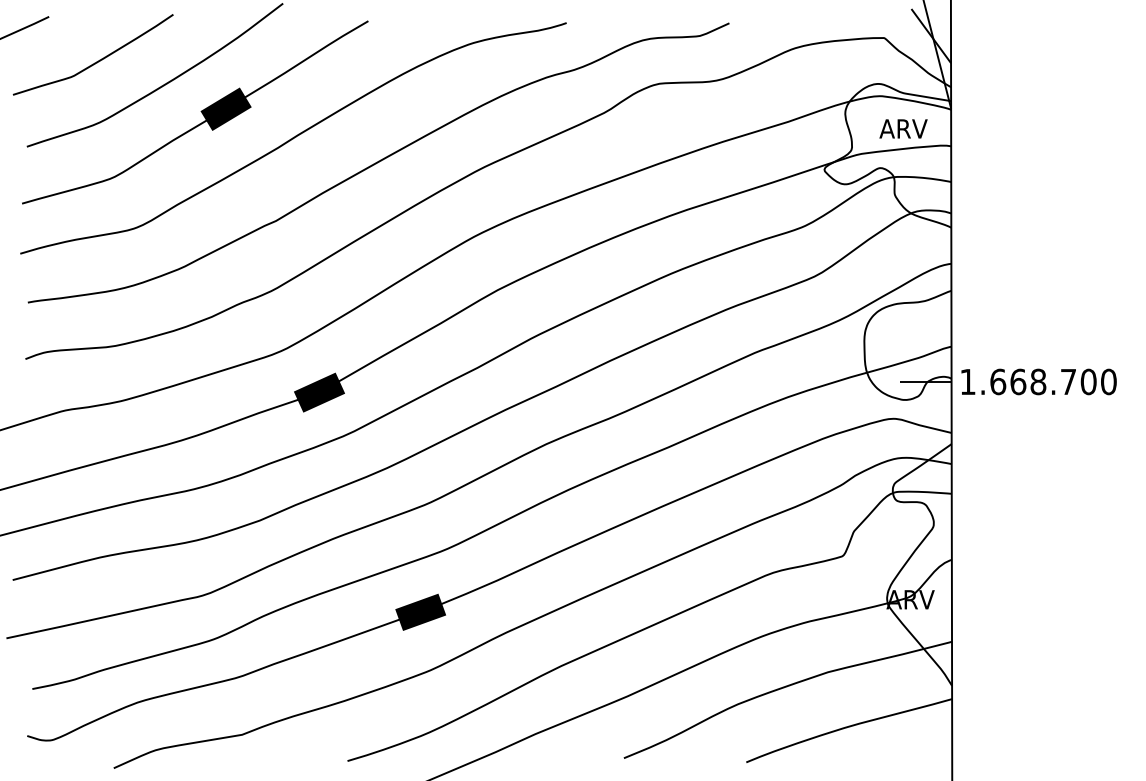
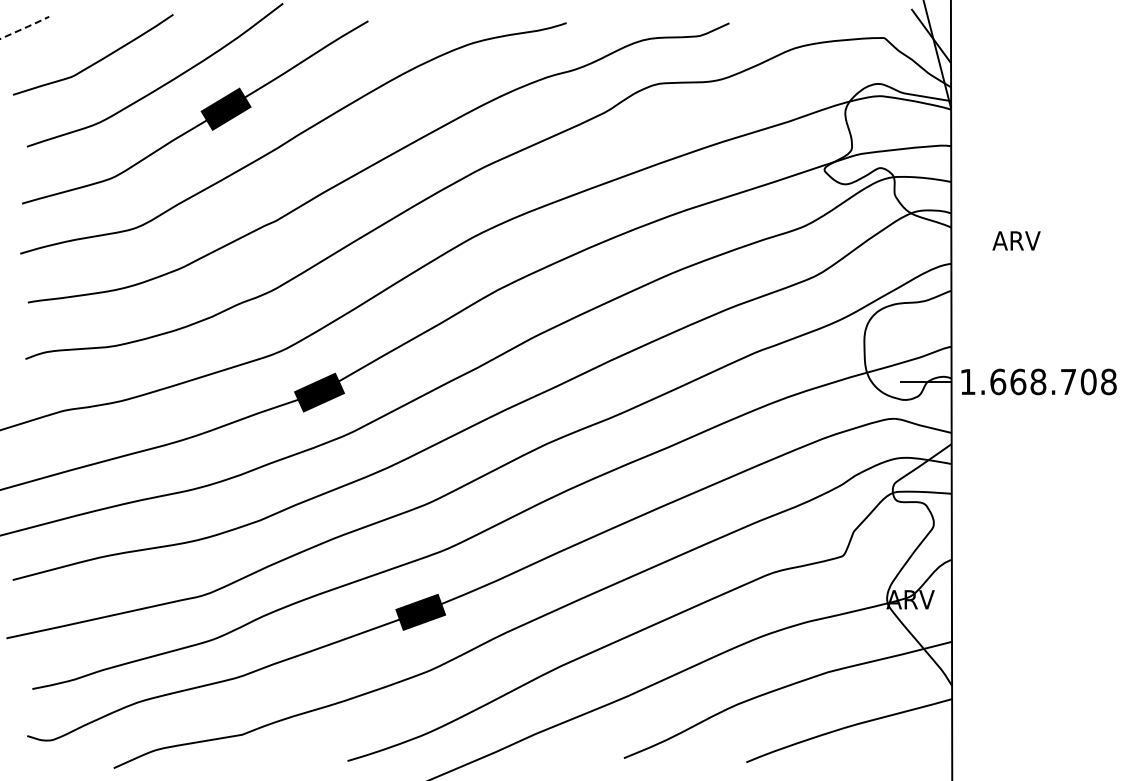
line at (25, 27): solid -> dashed
text at (903, 128) position: (903, 128) -> (1016, 240)
text at (1108, 381): 1.668.700 -> 1.668.708
